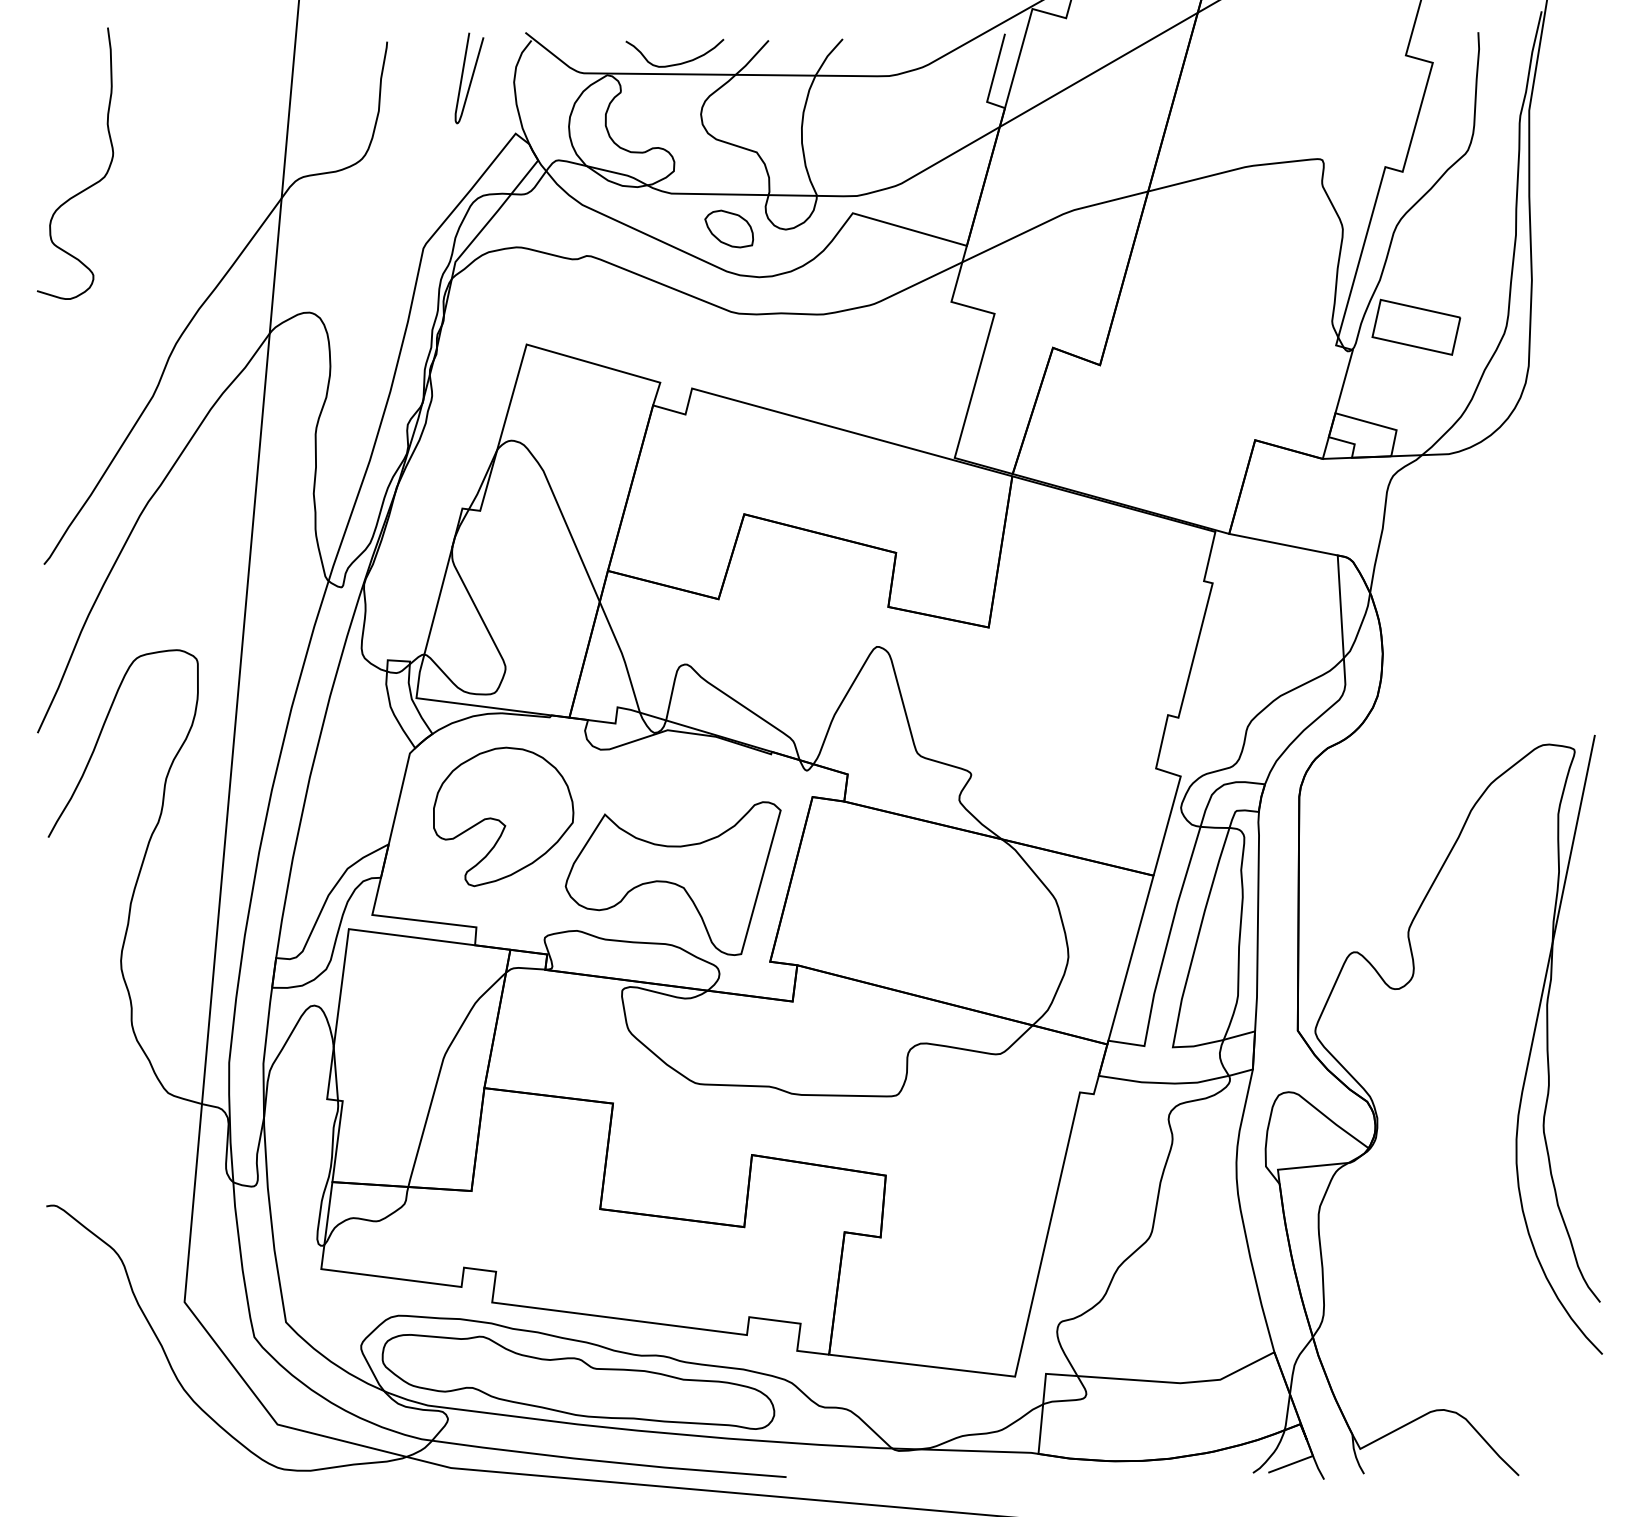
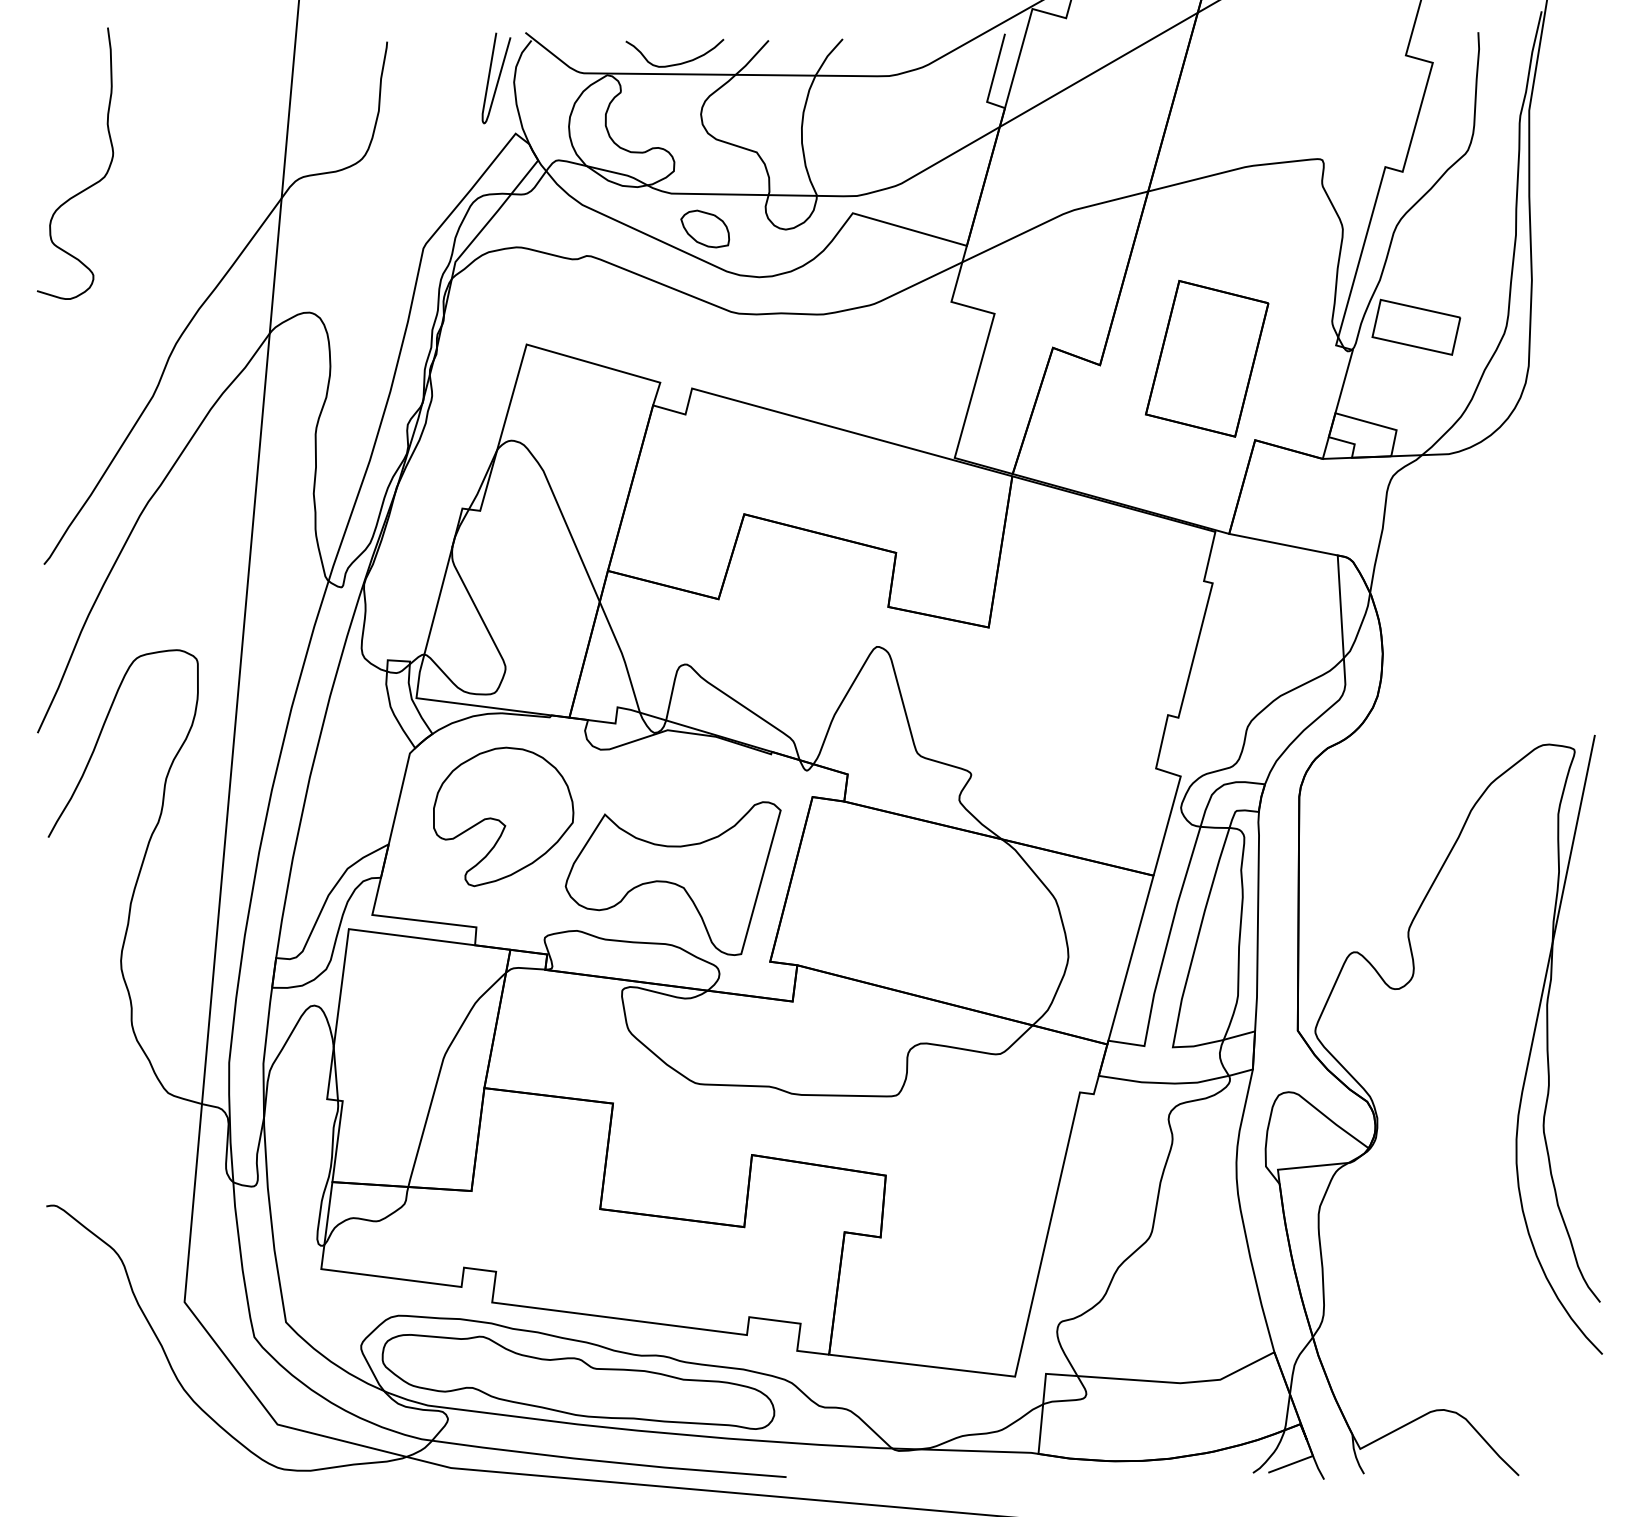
curve at (470, 79) position: (470, 79) -> (497, 79)
part at (729, 228) position: (729, 228) -> (705, 228)
part at (1207, 358): none -> present
